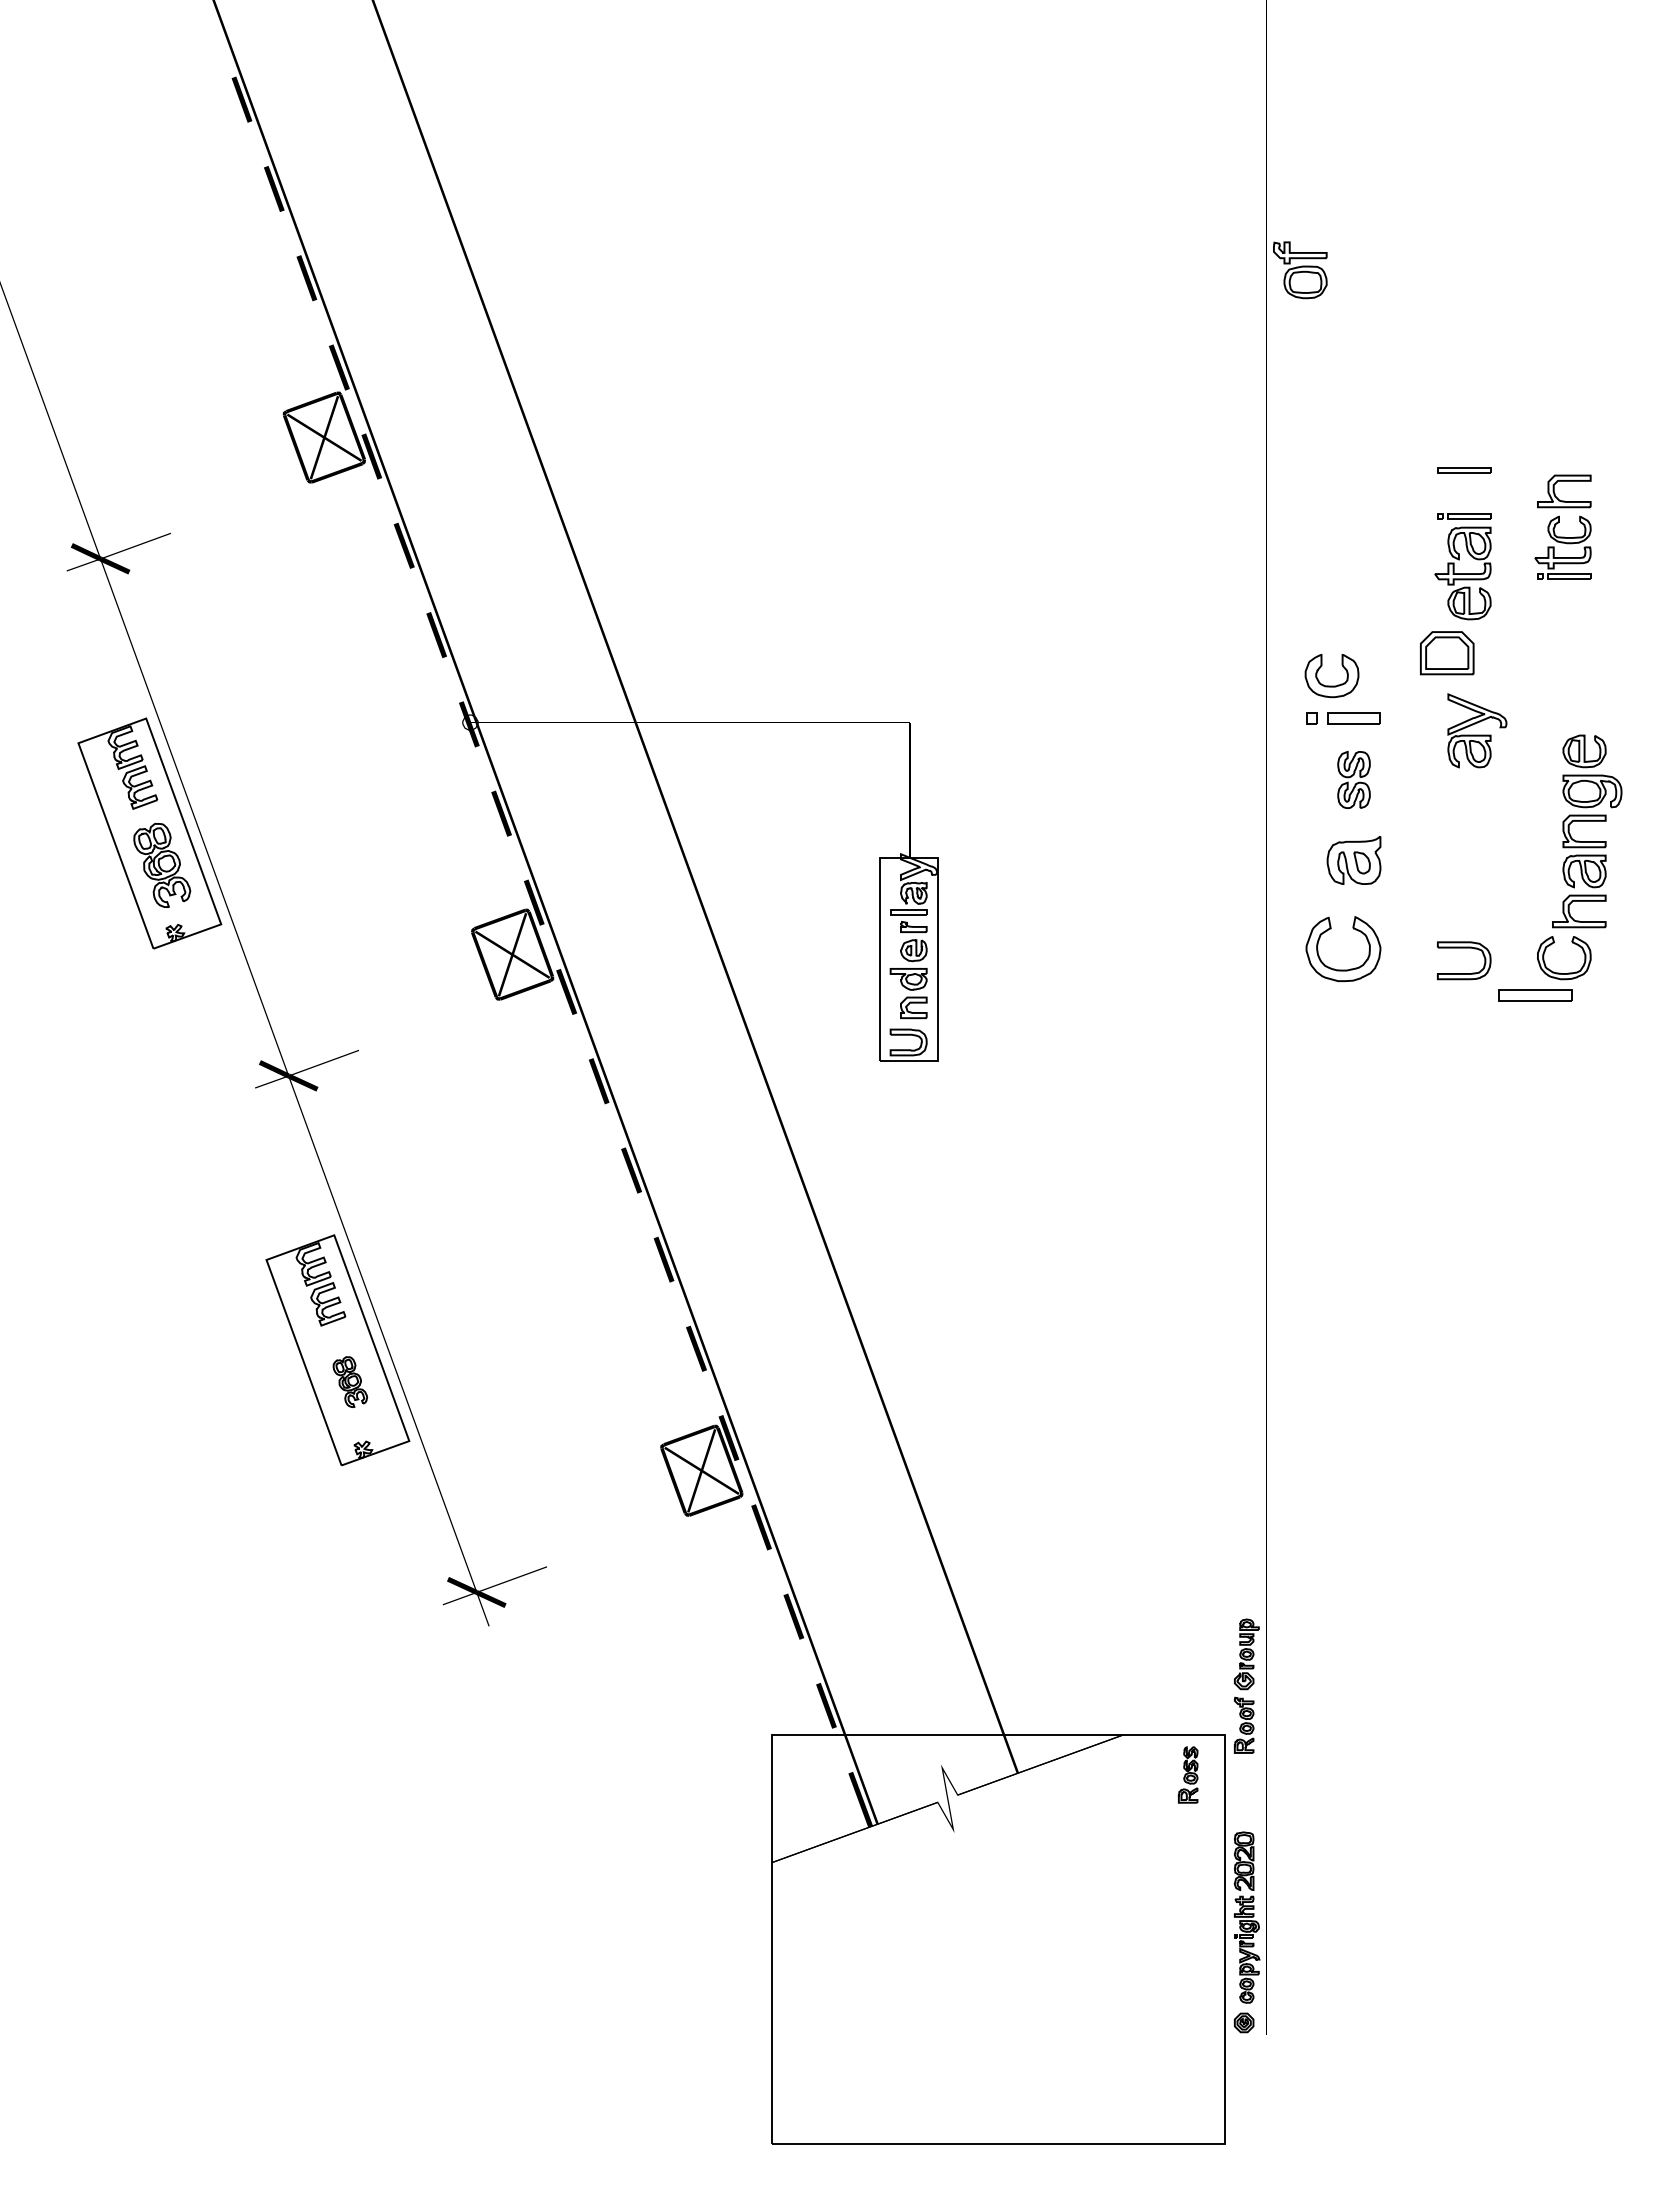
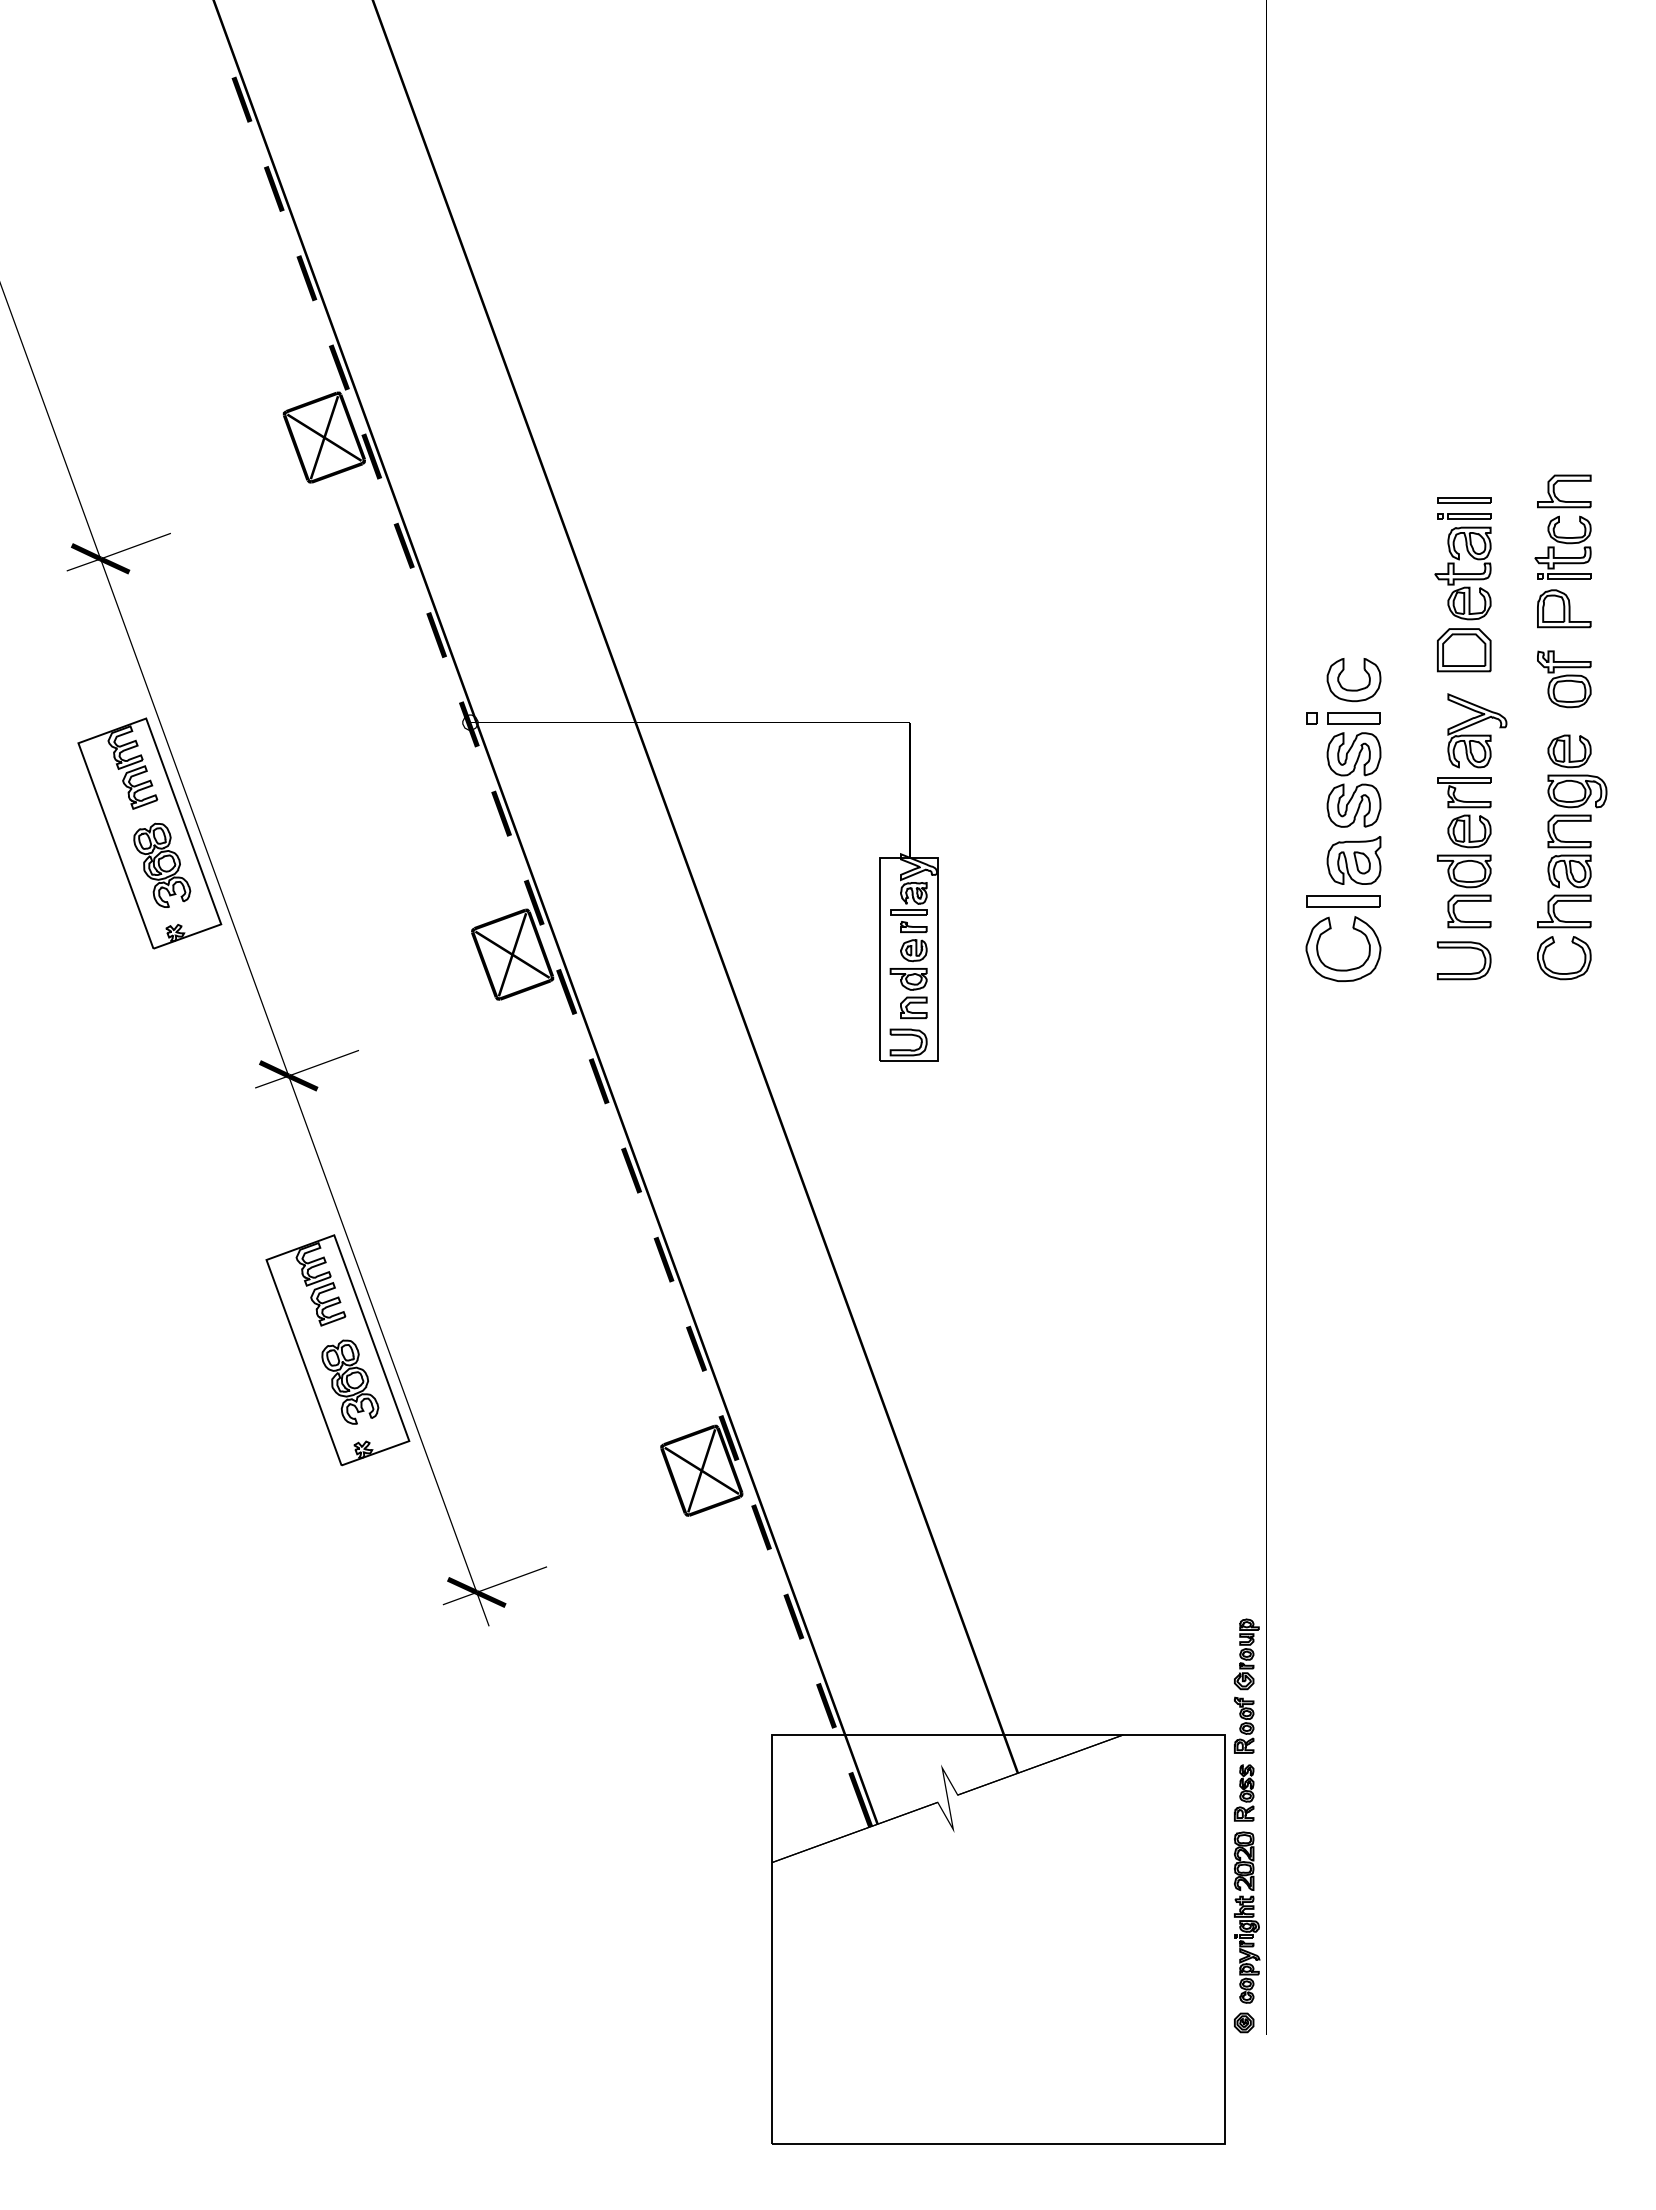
part at (1300, 270) position: (1300, 270) -> (1564, 679)
part at (1464, 470) position: (1464, 470) -> (1464, 500)
part at (1564, 608): none -> present
part at (1447, 653) position: (1447, 653) -> (1464, 650)
part at (1331, 685) position: (1331, 685) -> (1353, 689)
part at (1353, 779) size: 34x58 px -> 56x96 px
part at (1587, 821) position: (1587, 821) -> (1572, 821)
part at (1464, 852): none -> present
part at (1535, 995) position: (1535, 995) -> (1343, 901)
part at (350, 1381) size: 37x52 px -> 59x86 px
part at (1188, 1774) position: (1188, 1774) -> (1244, 1792)
